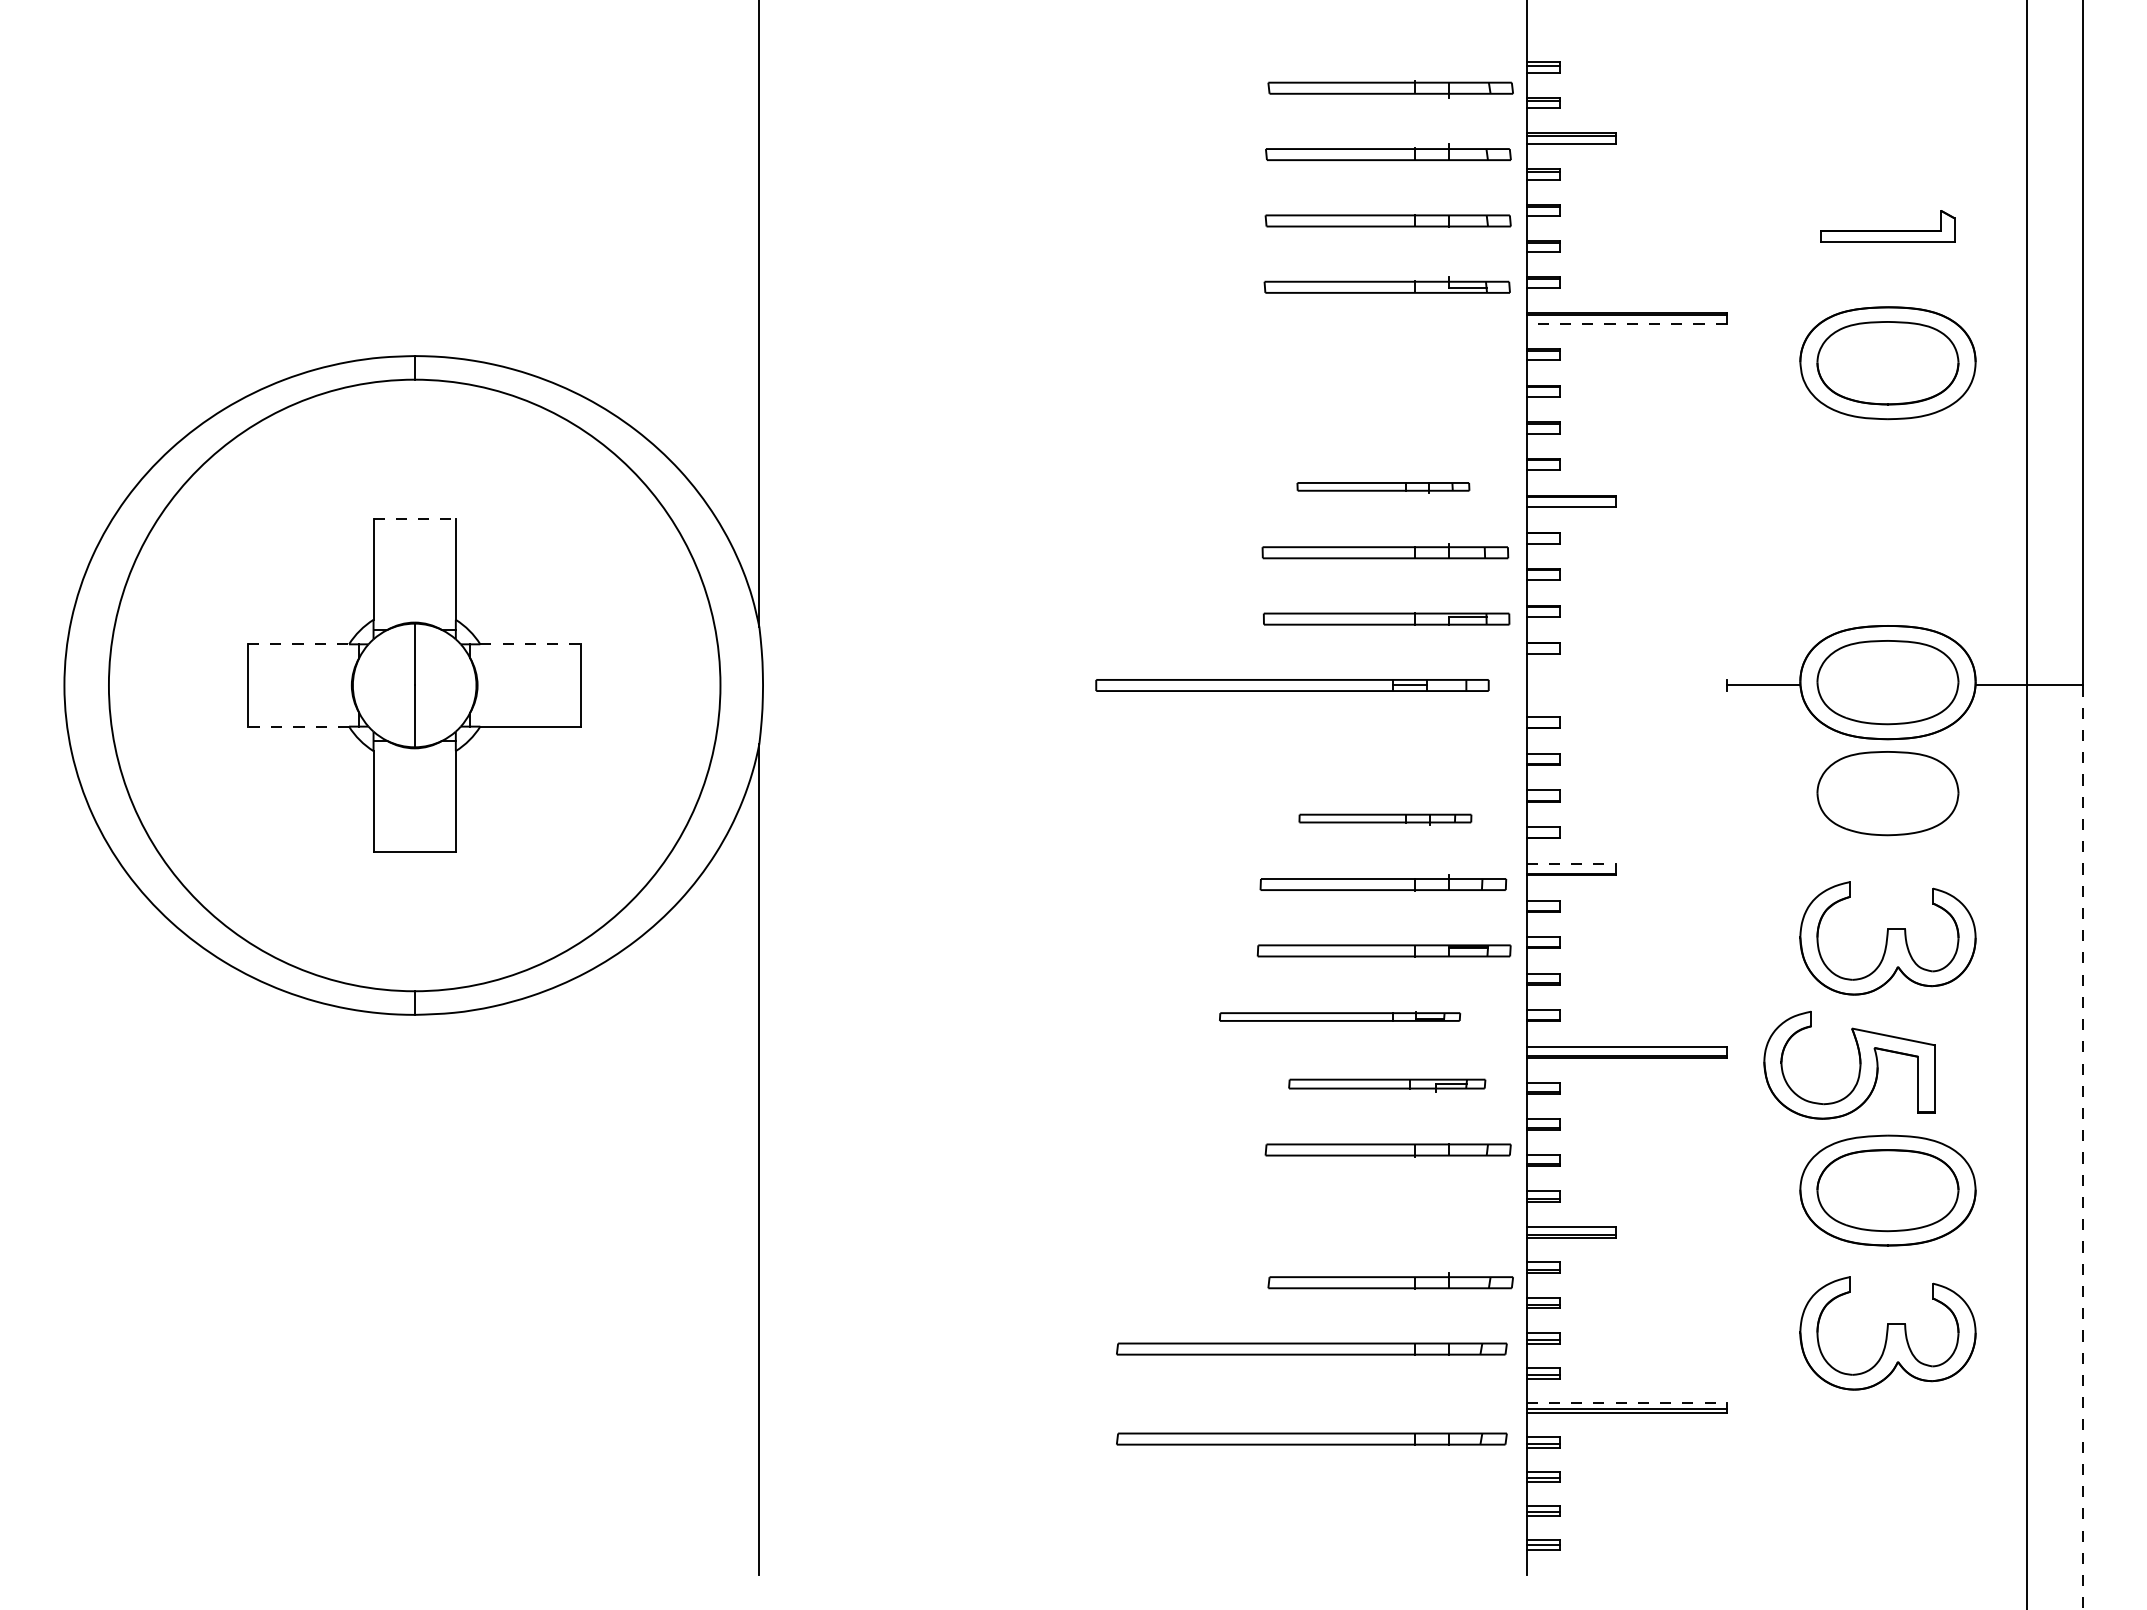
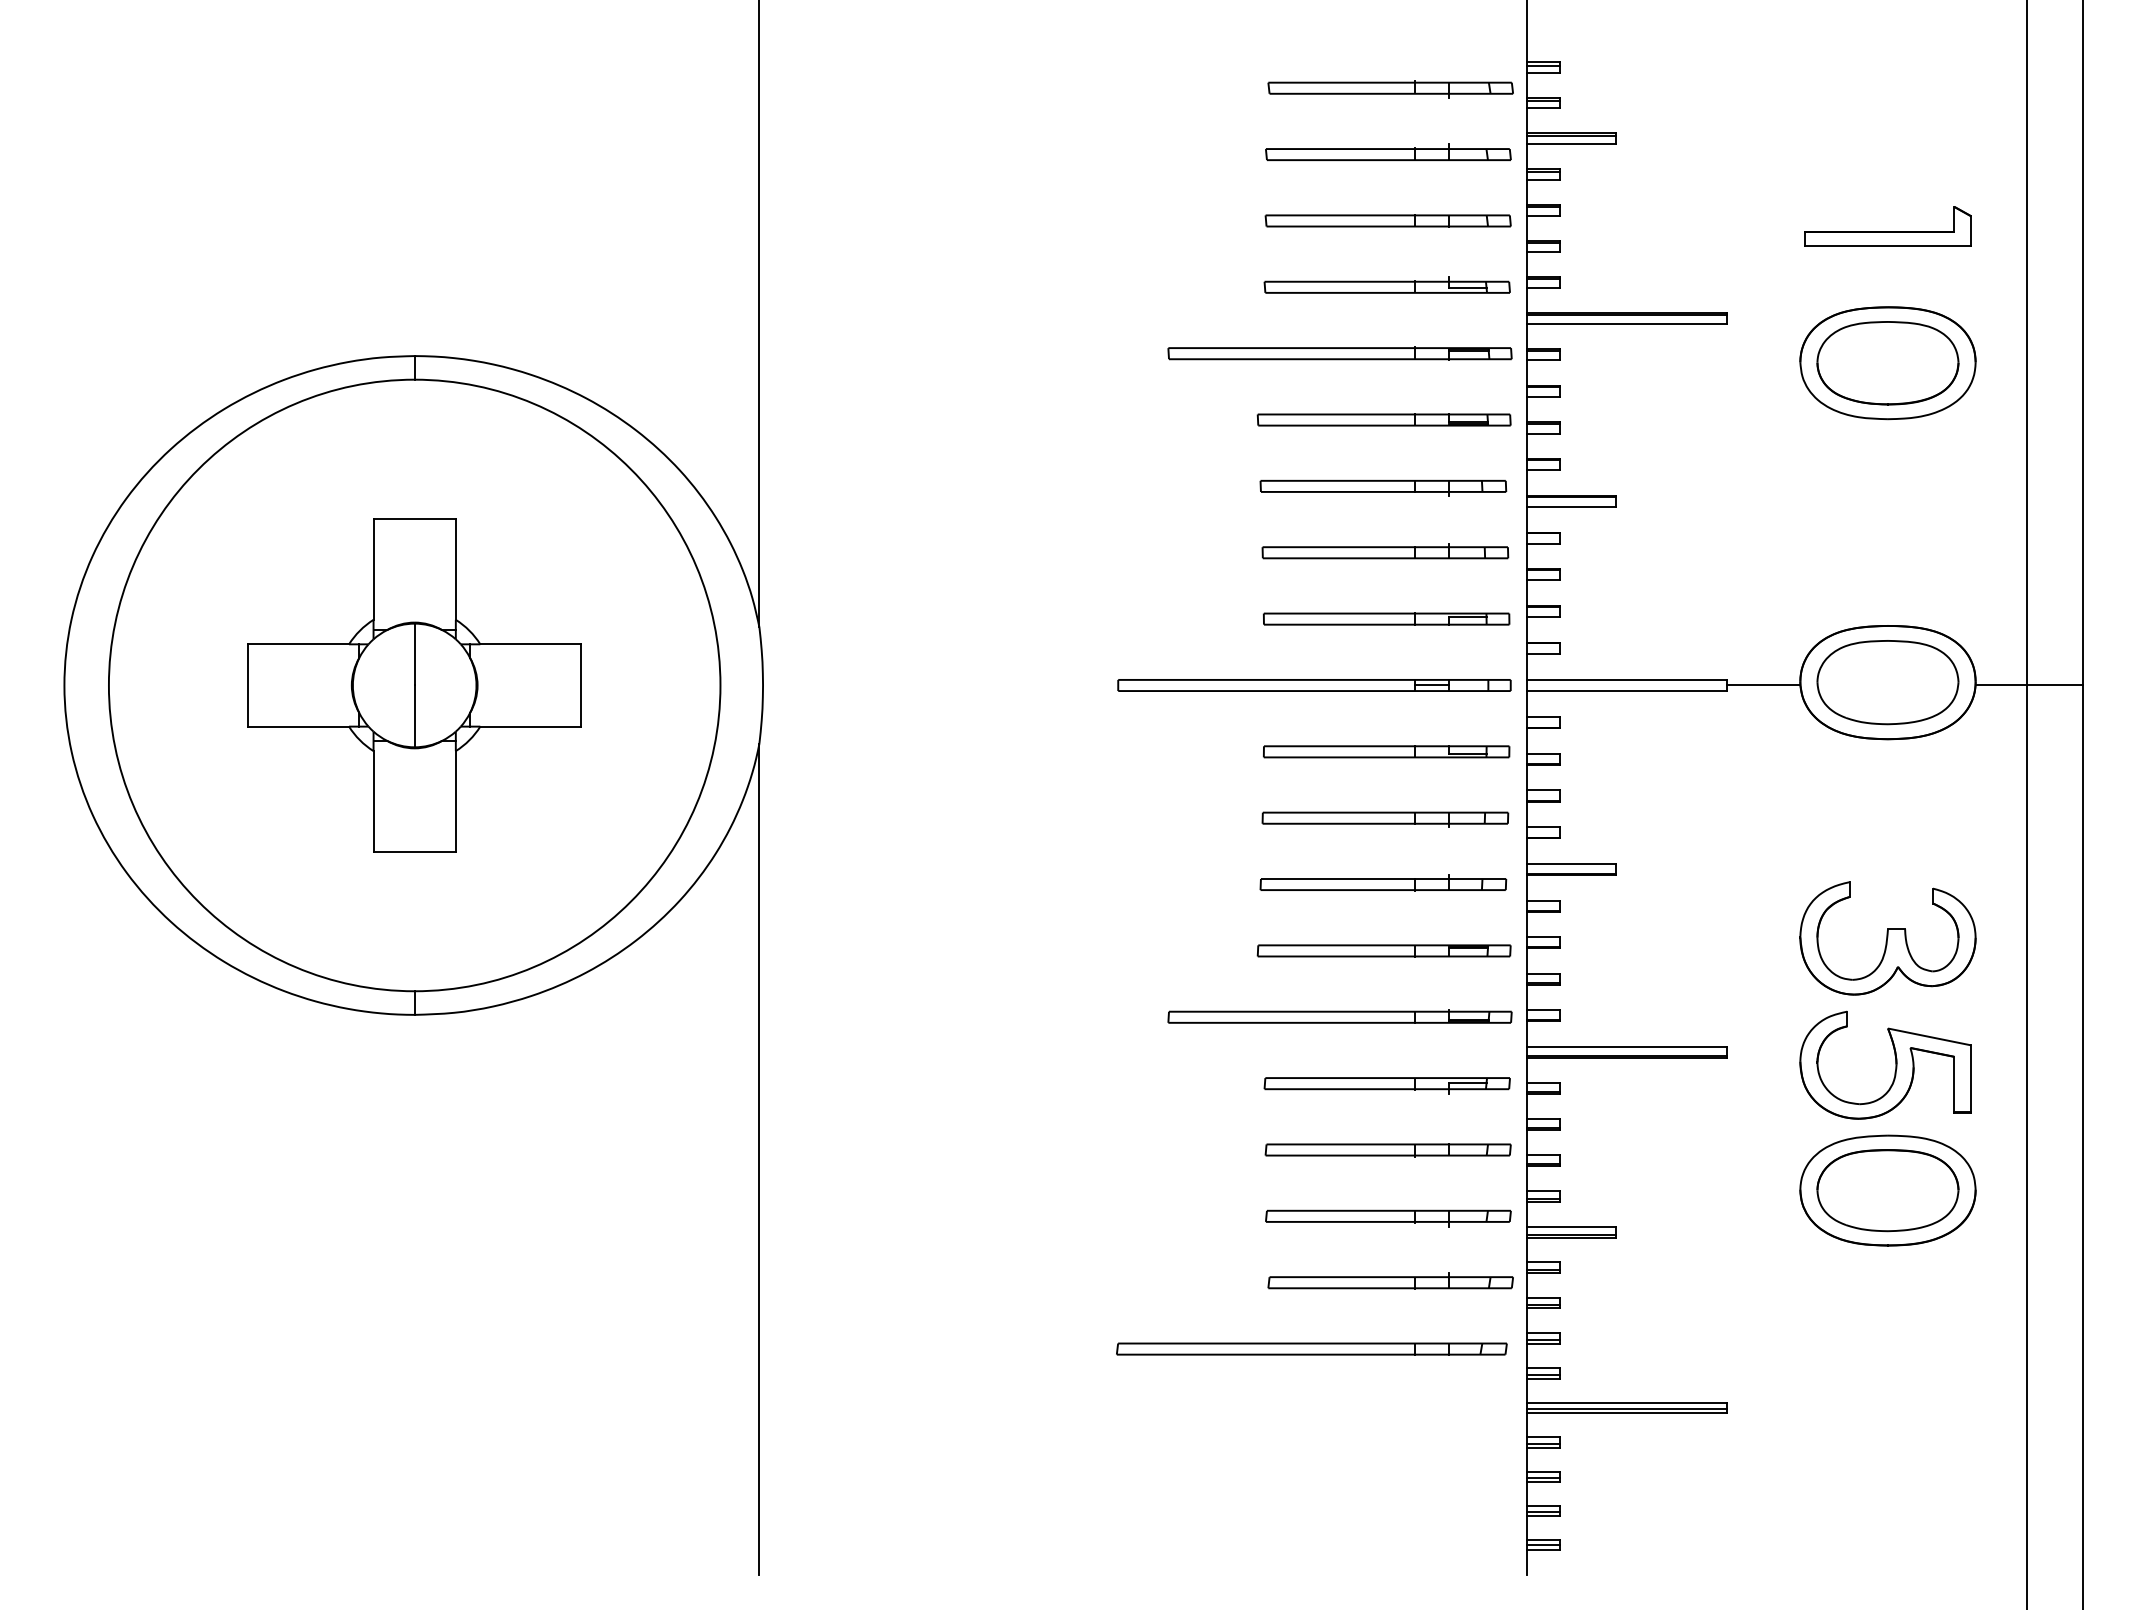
part at (1887, 226) size: 136x33 px -> 168x41 px
line at (1626, 324): dashed -> solid
part at (1339, 353): none -> present
part at (1383, 419): none -> present
part at (1383, 487) size: 175x12 px -> 249x18 px
line at (415, 518): dashed -> solid
line at (298, 644): dashed -> solid
line at (530, 644): dashed -> solid
line at (1626, 679): none -> present
part at (1292, 685) position: (1292, 685) -> (1314, 685)
line at (1626, 691): none -> present
line at (298, 726): dashed -> solid
part at (1386, 751): none -> present
part at (1887, 793): present -> none
part at (1385, 819) size: 175x13 px -> 249x17 px
line at (1571, 864): dashed -> solid
part at (1340, 1016) size: 243x11 px -> 346x15 px
part at (1859, 1064) position: (1859, 1064) -> (1895, 1064)
part at (1387, 1085) size: 199x15 px -> 248x18 px
line at (2082, 1147): dashed -> solid
part at (1388, 1218): none -> present
part at (1887, 1333): present -> none
line at (1627, 1402): dashed -> solid
part at (1311, 1438): present -> none
